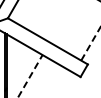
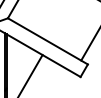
line at (91, 43): dashed -> solid
line at (30, 75): dashed -> solid
